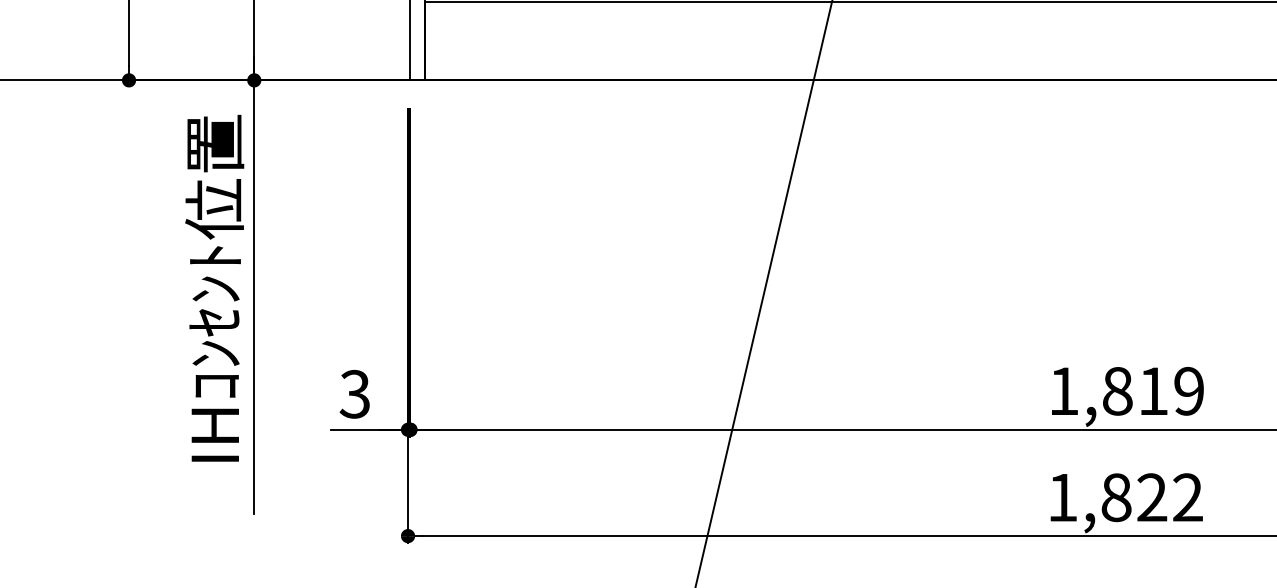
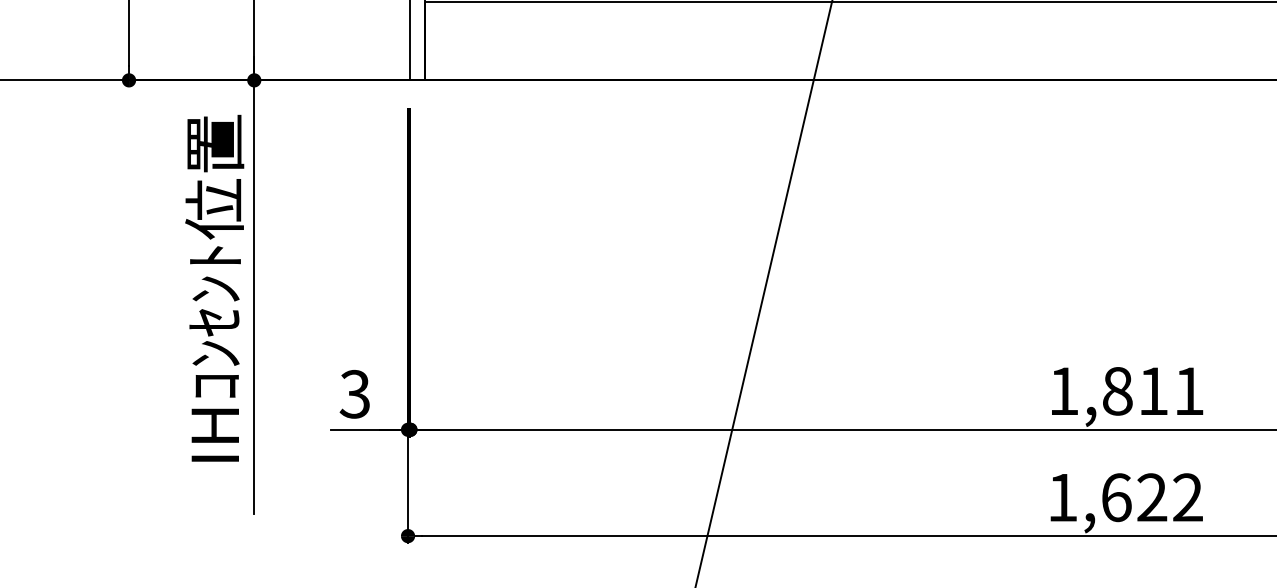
text at (1188, 391): 1,819 -> 1,811
text at (1116, 497): 1,822 -> 1,622
